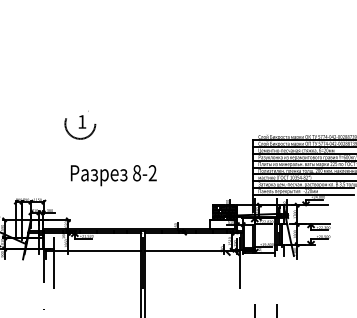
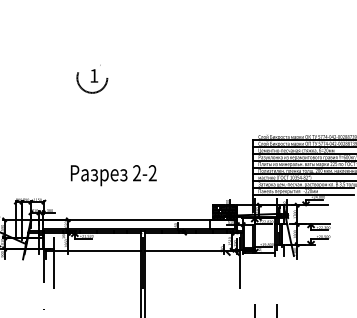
part at (80, 124) position: (80, 124) -> (92, 78)
text at (137, 173): 8-2 -> 2-2
line at (126, 219): none -> present
